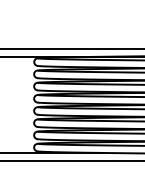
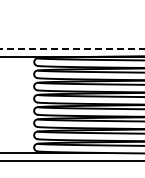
line at (72, 49): solid -> dashed
